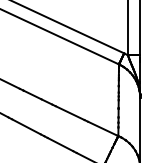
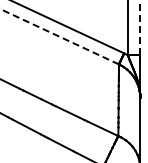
line at (140, 27): solid -> dashed
line at (59, 36): solid -> dashed
